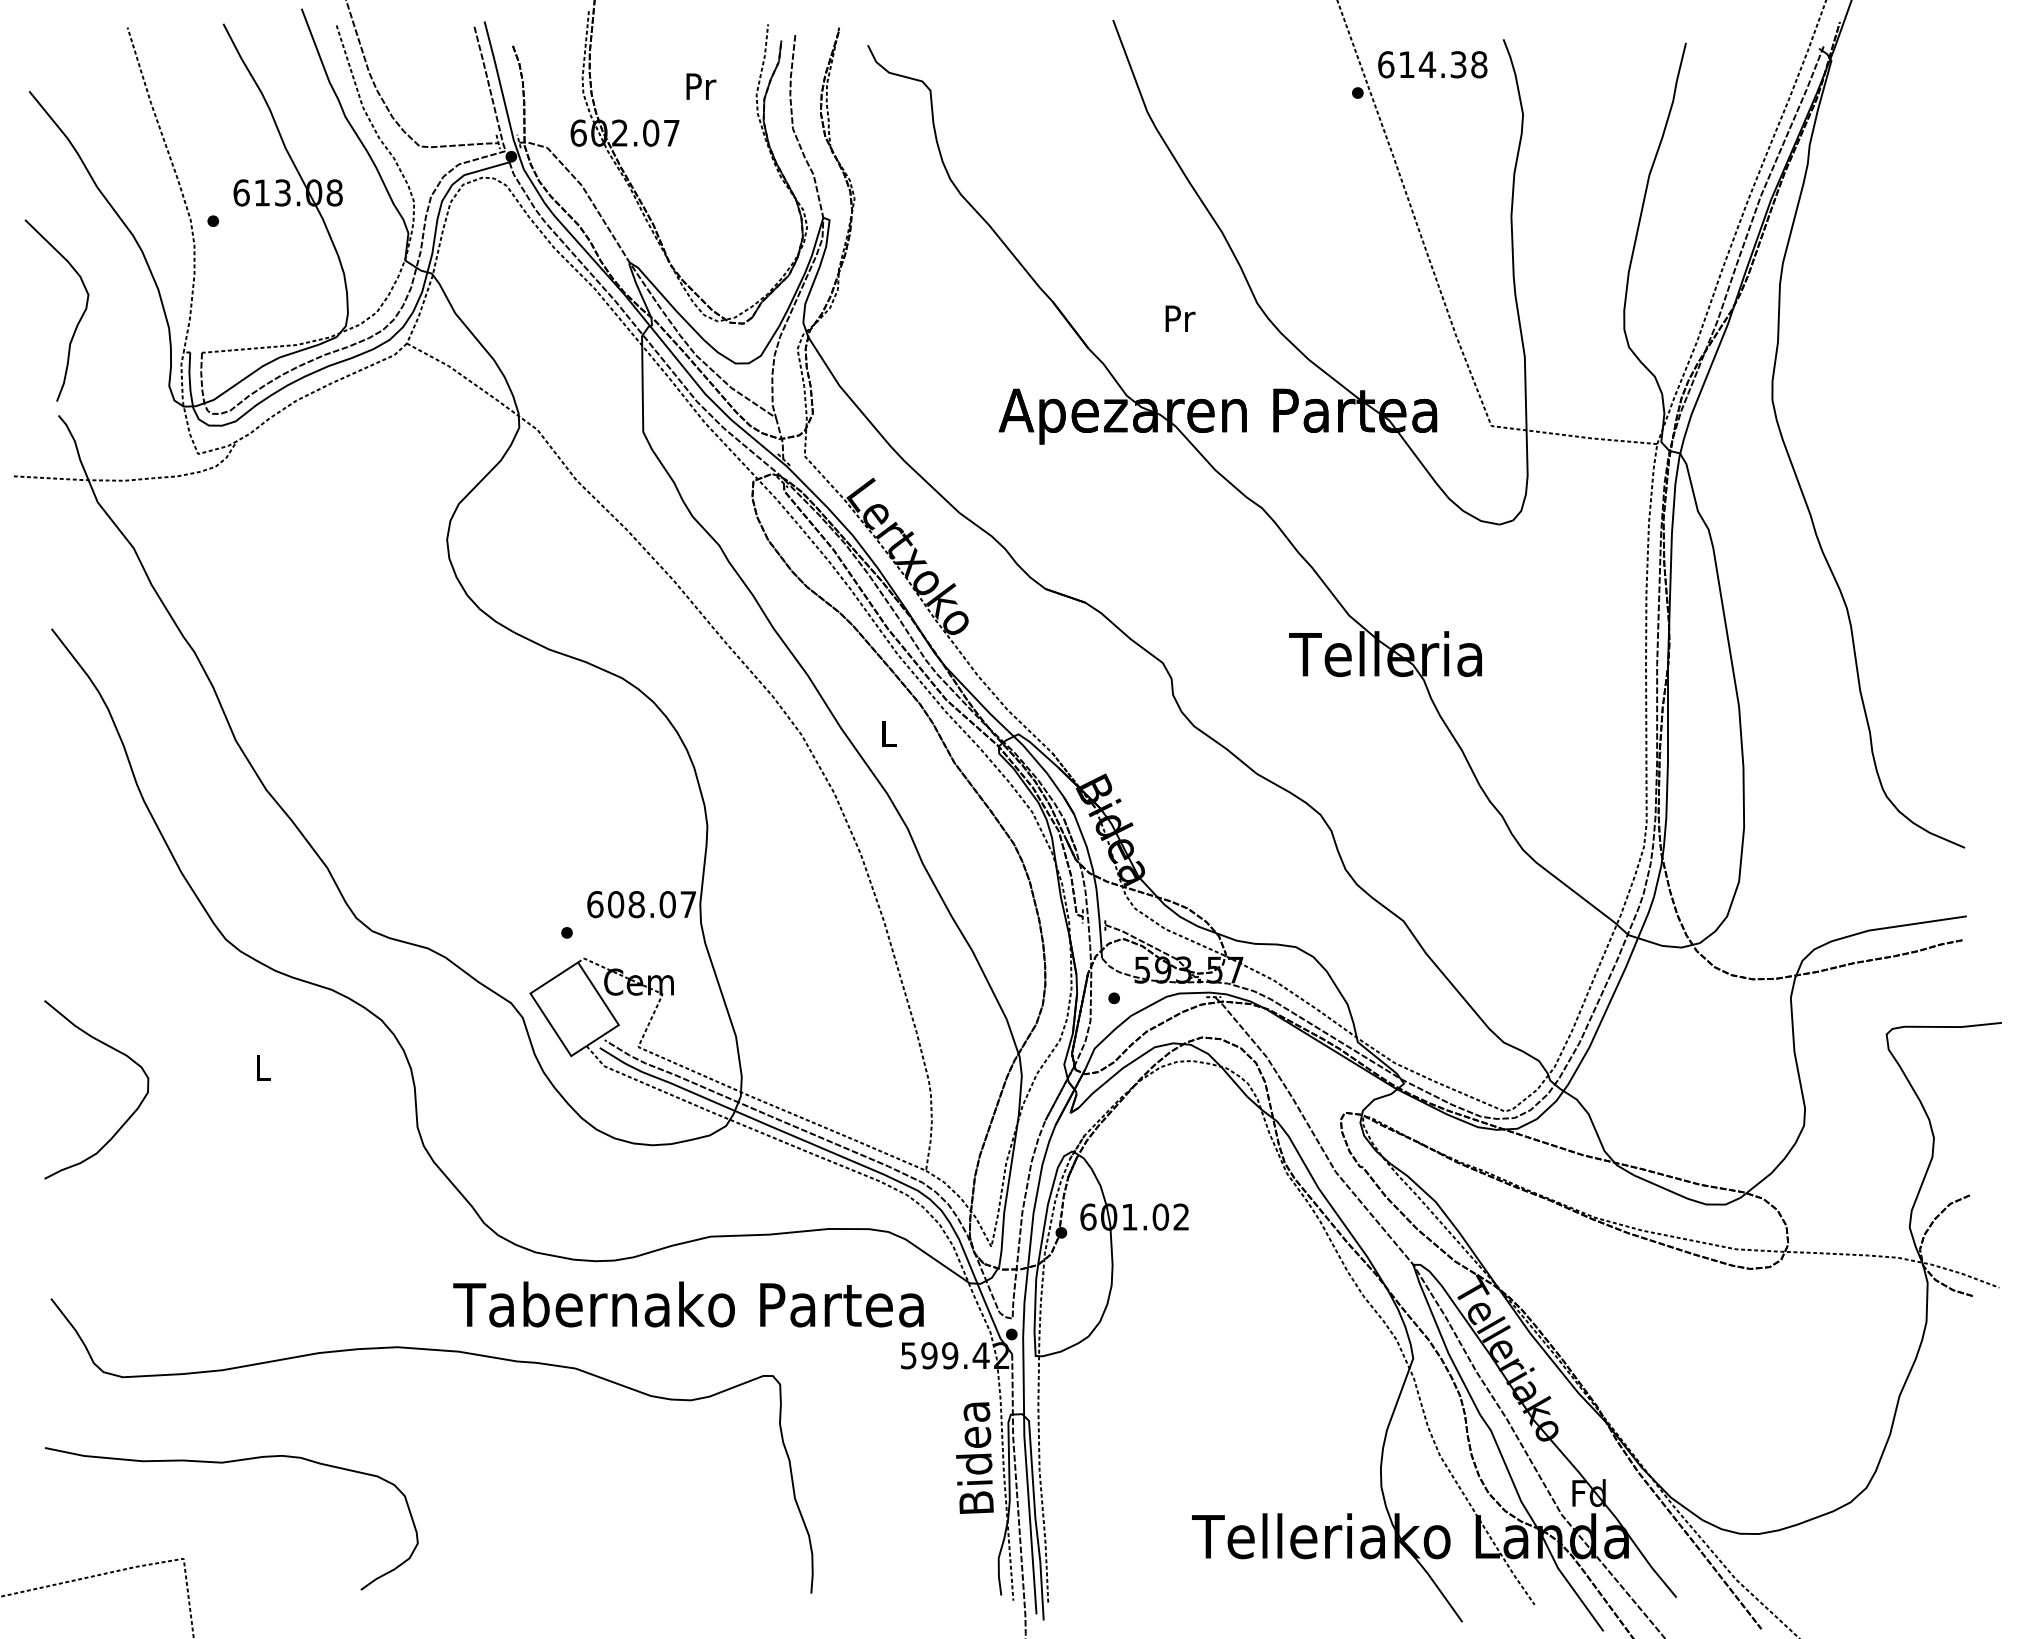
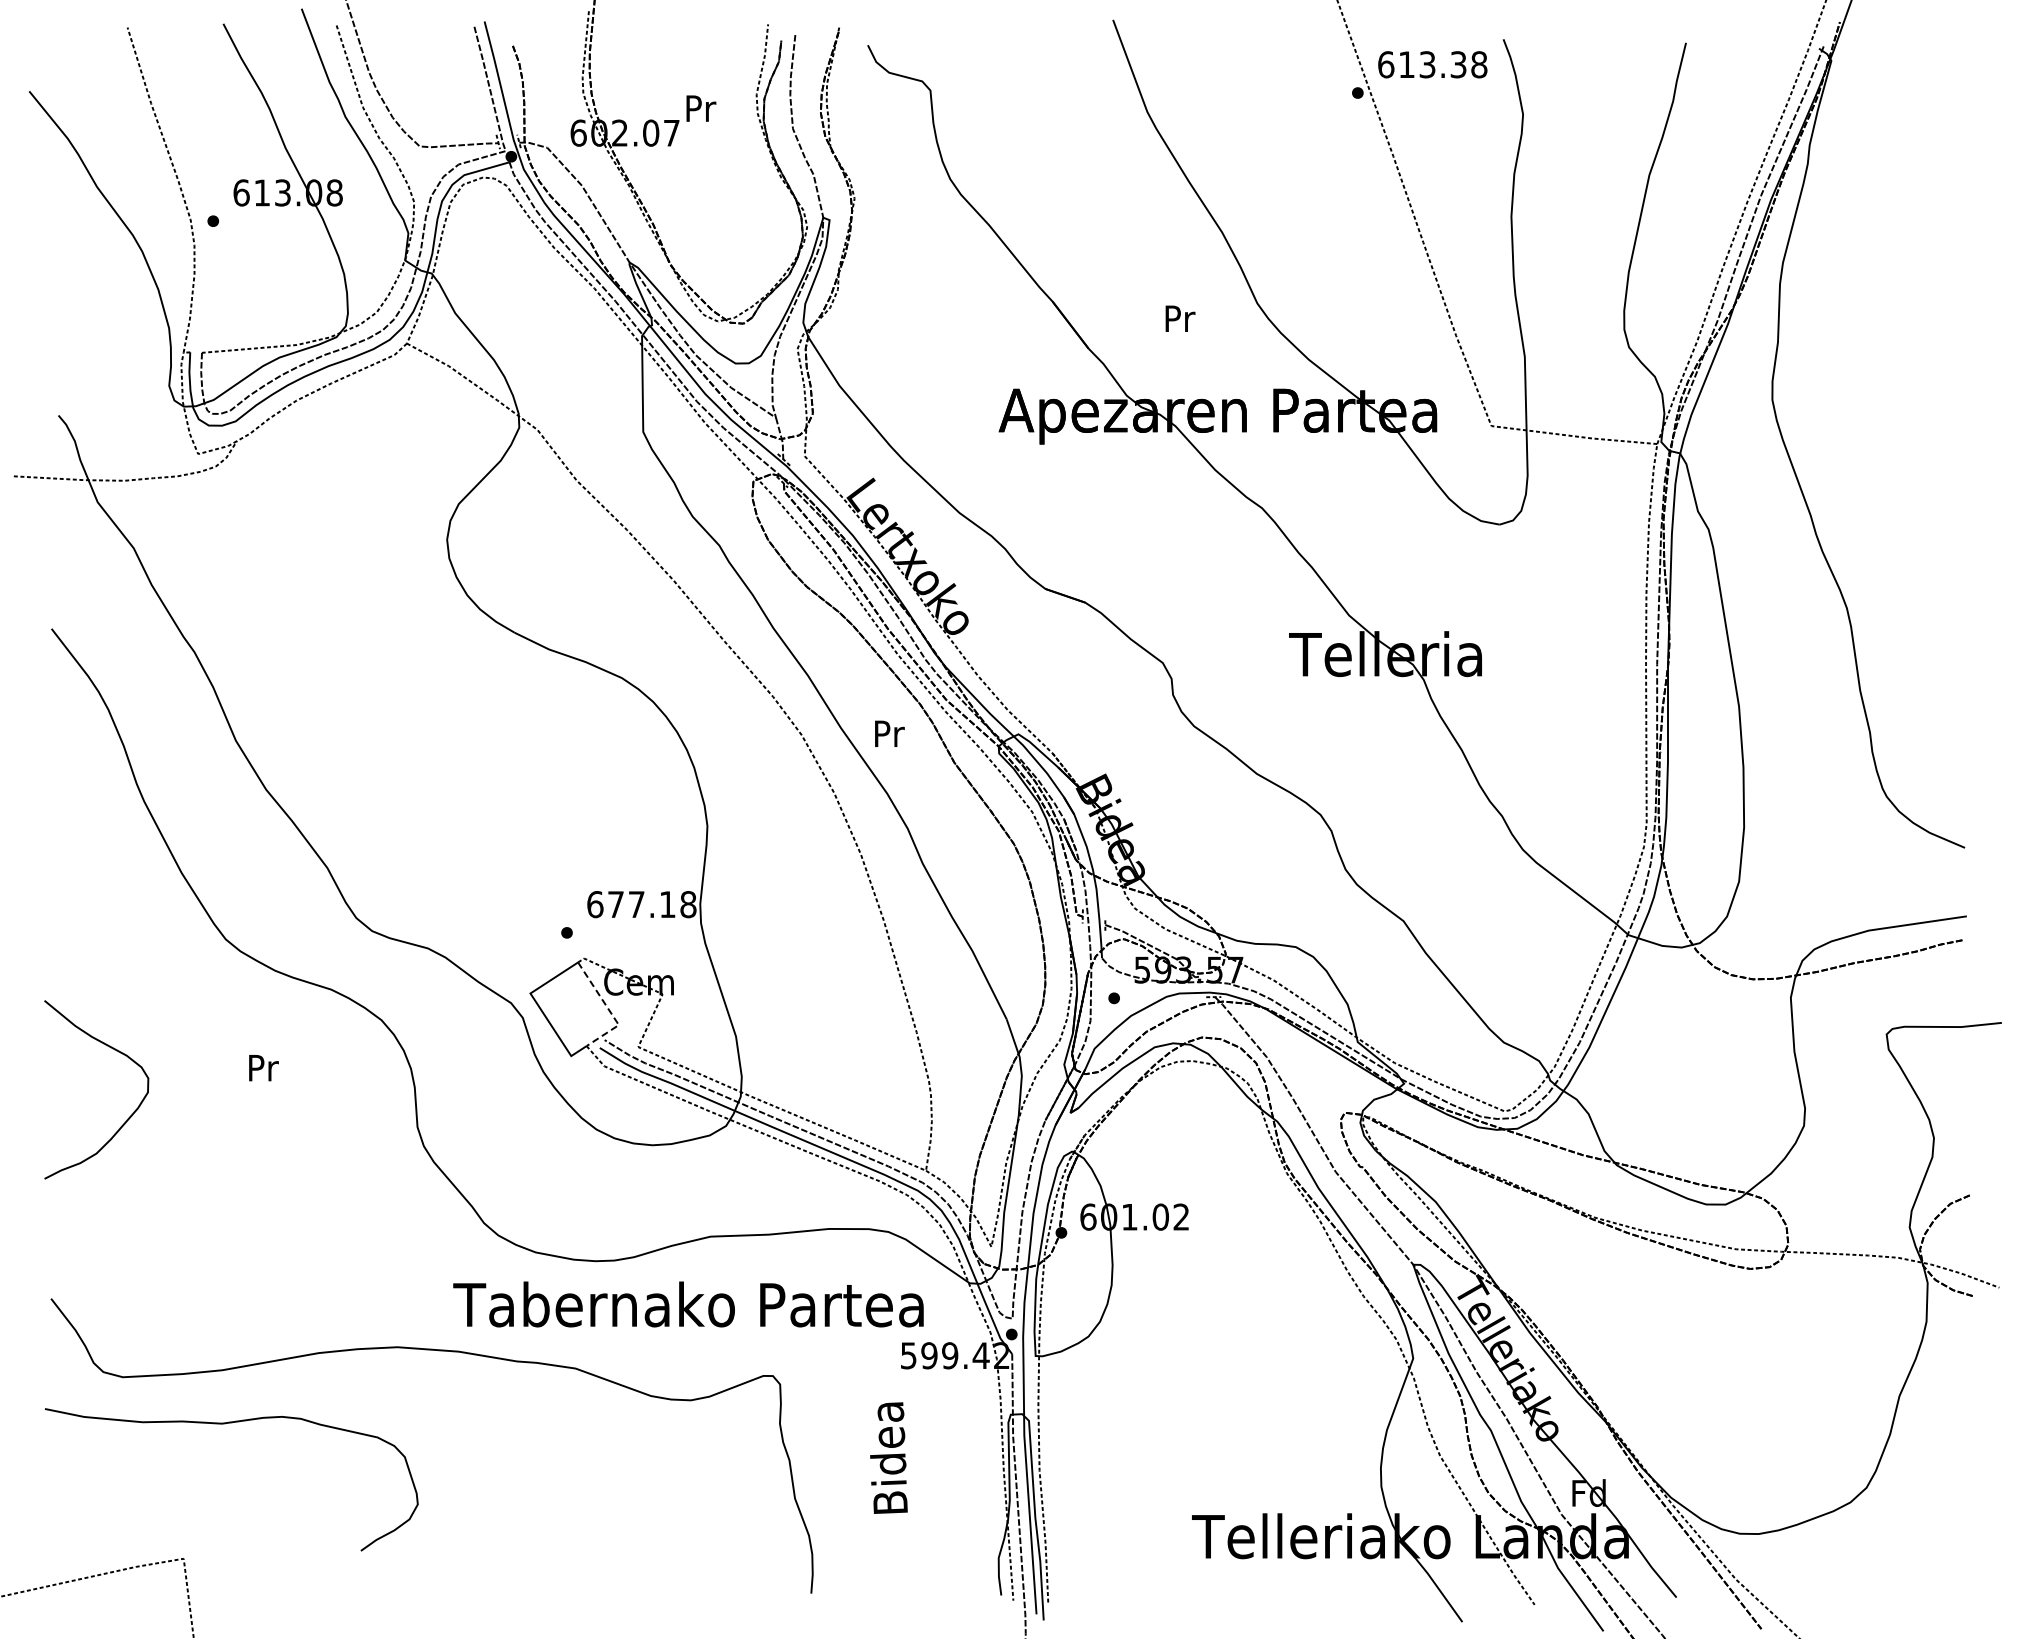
text at (1427, 64): 614.38 -> 613.38
text at (701, 86) position: (701, 86) -> (701, 108)
curve at (76, 324): present -> none
text at (889, 733): L -> Pr
text at (651, 904): 608.07 -> 677.18
line at (609, 1010): solid -> dashed
text at (263, 1068): L -> Pr
text at (974, 1457) position: (974, 1457) -> (888, 1457)
curve at (225, 1463) position: (225, 1463) -> (225, 1424)
